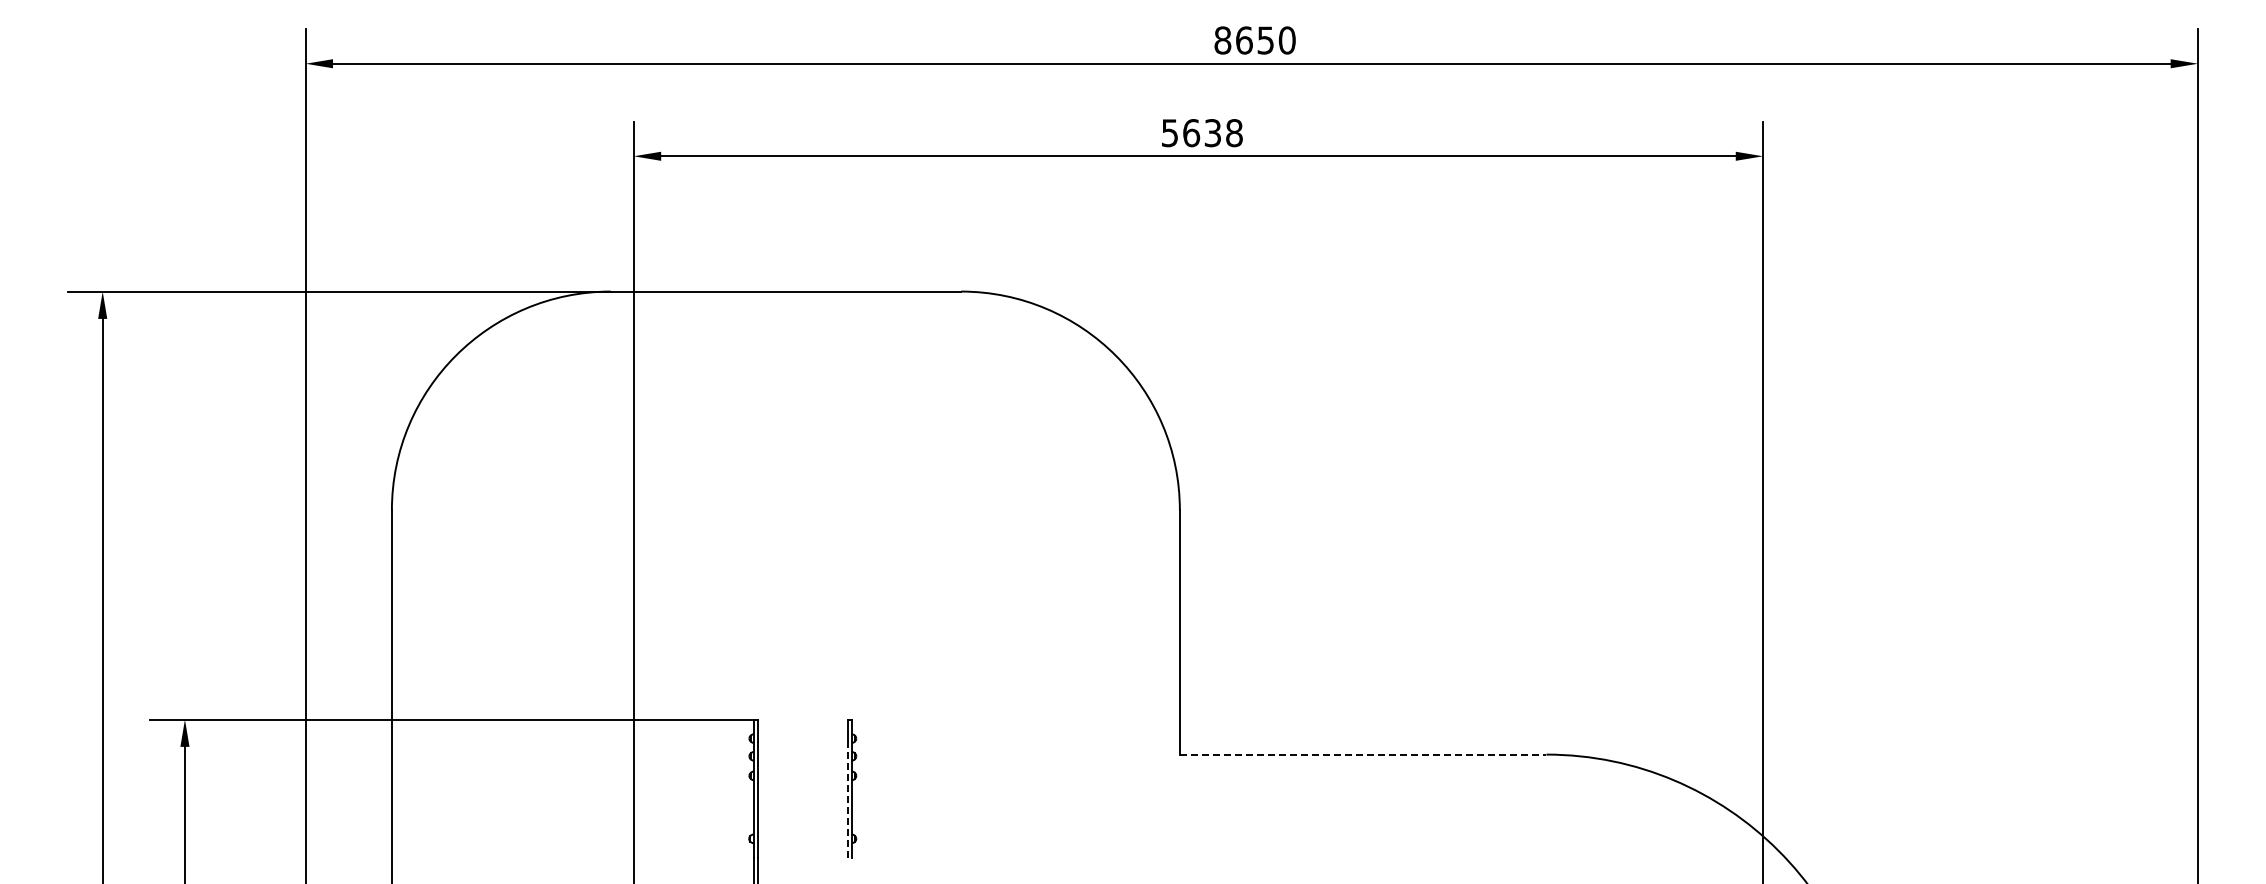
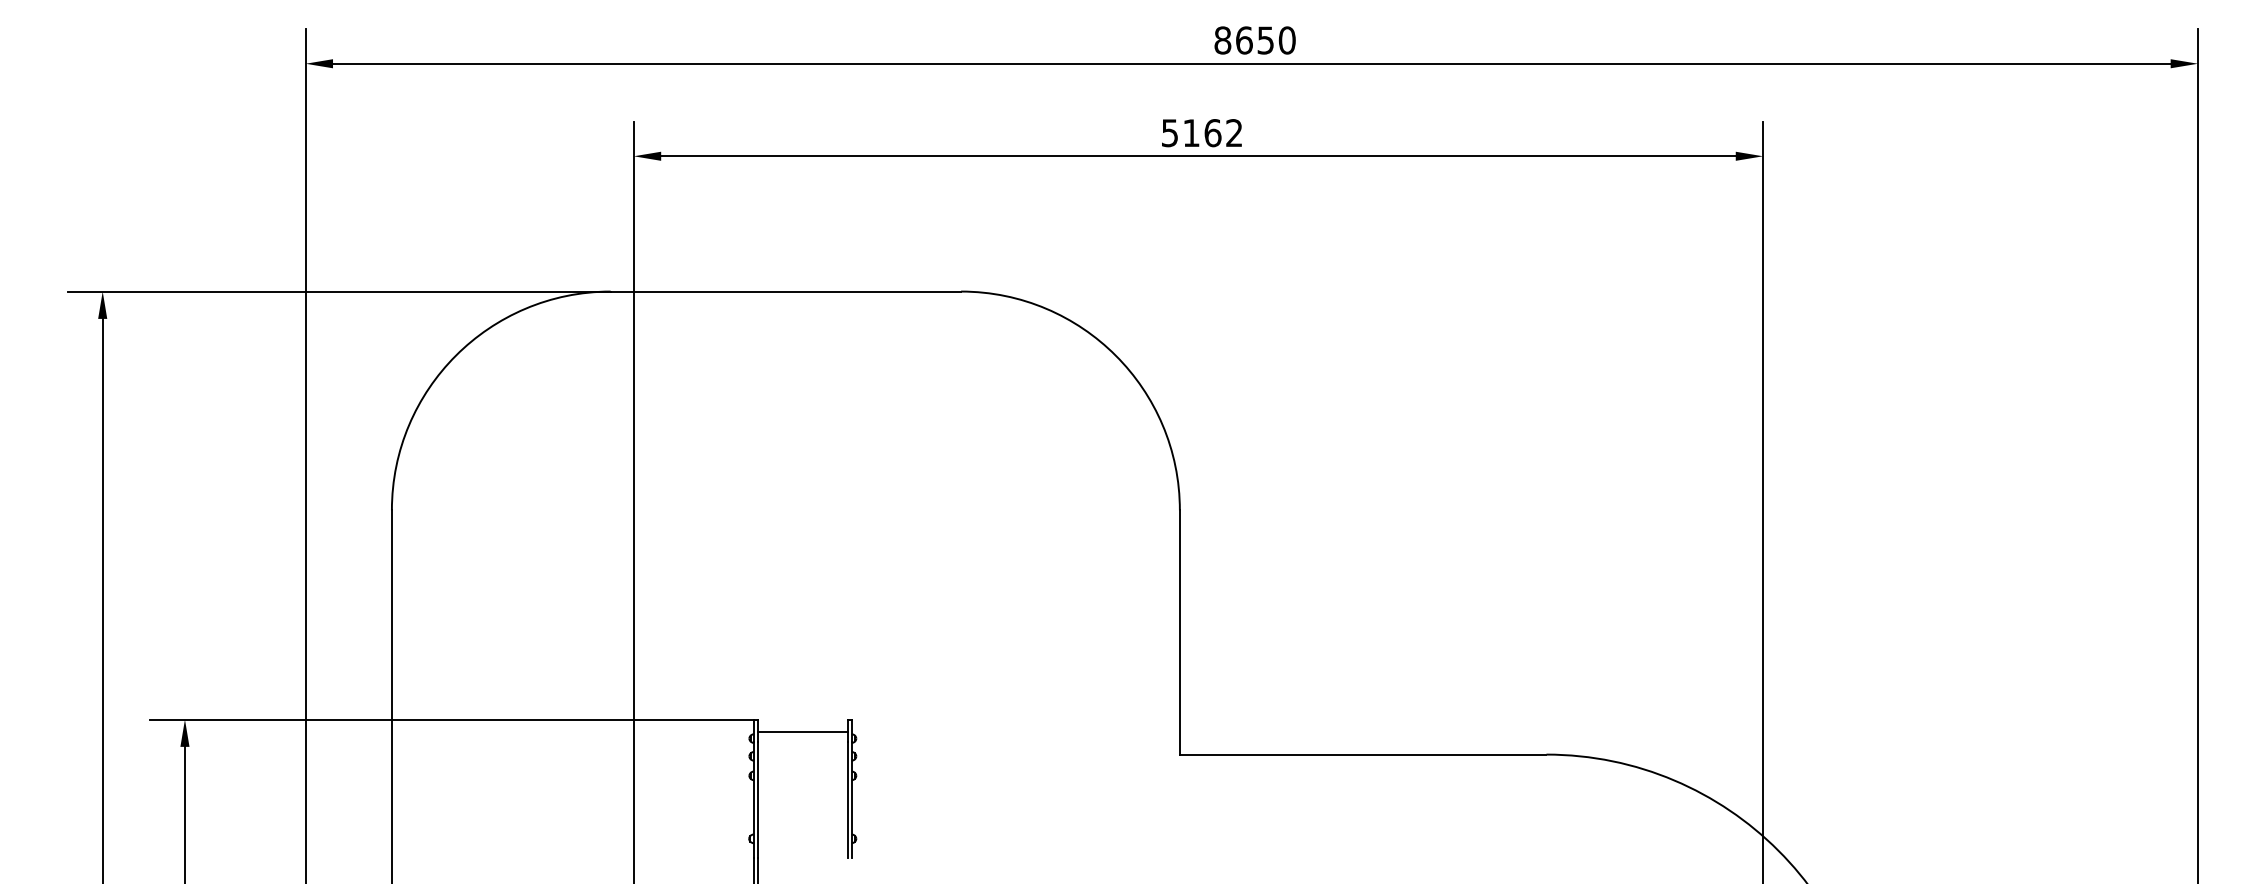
text at (1212, 133): 5638 -> 5162
line at (802, 731): none -> present
line at (1363, 754): dashed -> solid
line at (847, 799): dashed -> solid
